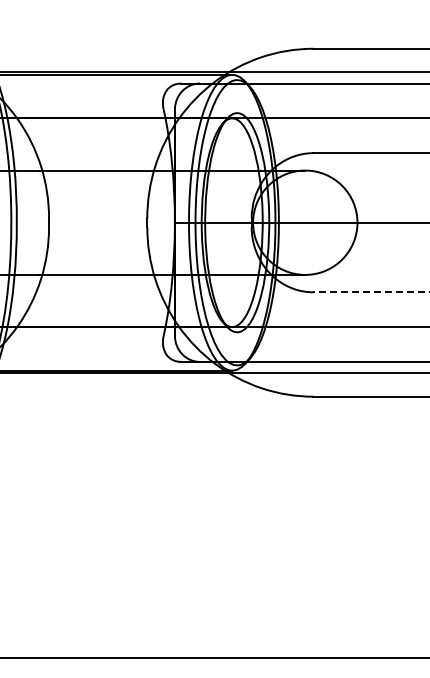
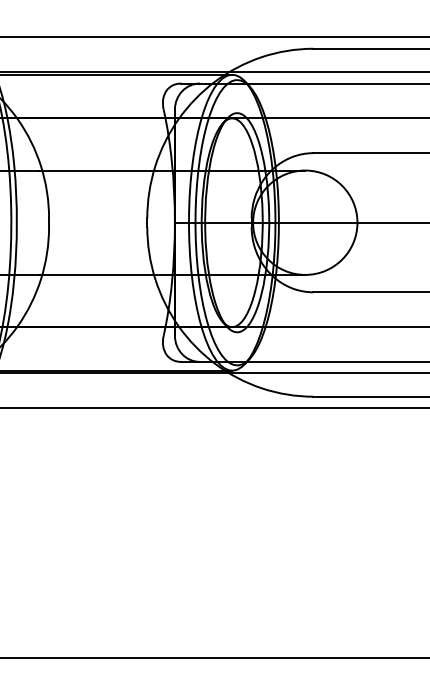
line at (214, 37): none -> present
line at (371, 292): dashed -> solid
line at (214, 408): none -> present
